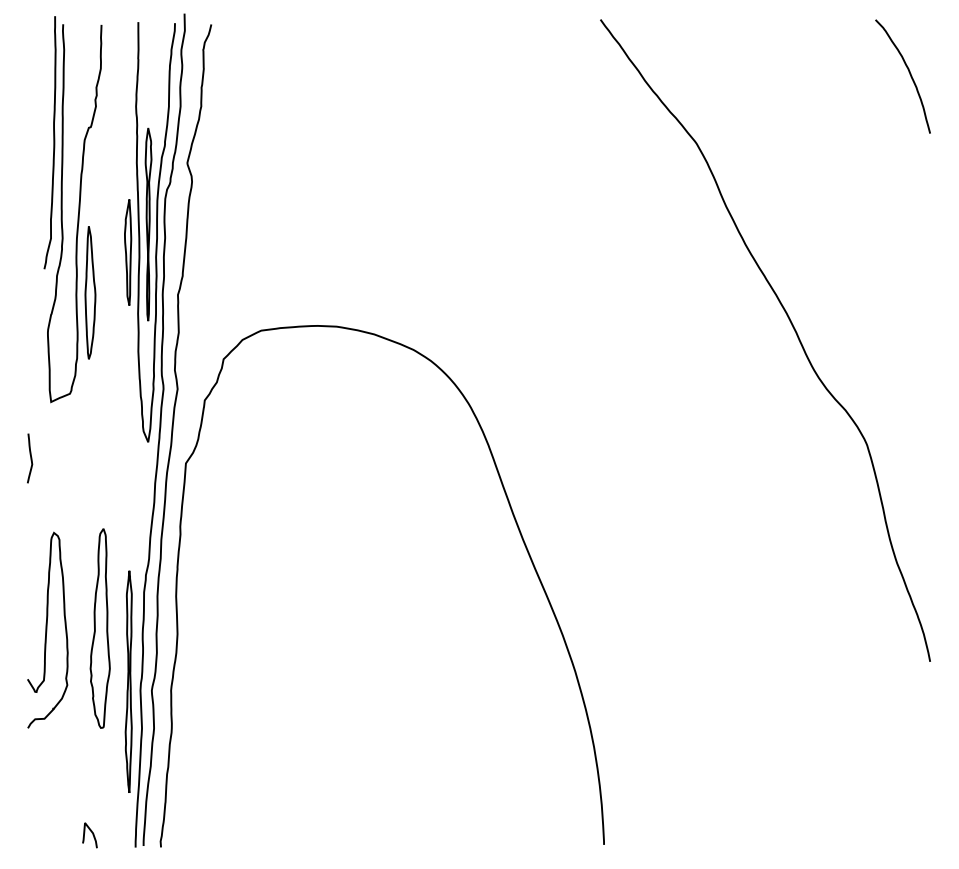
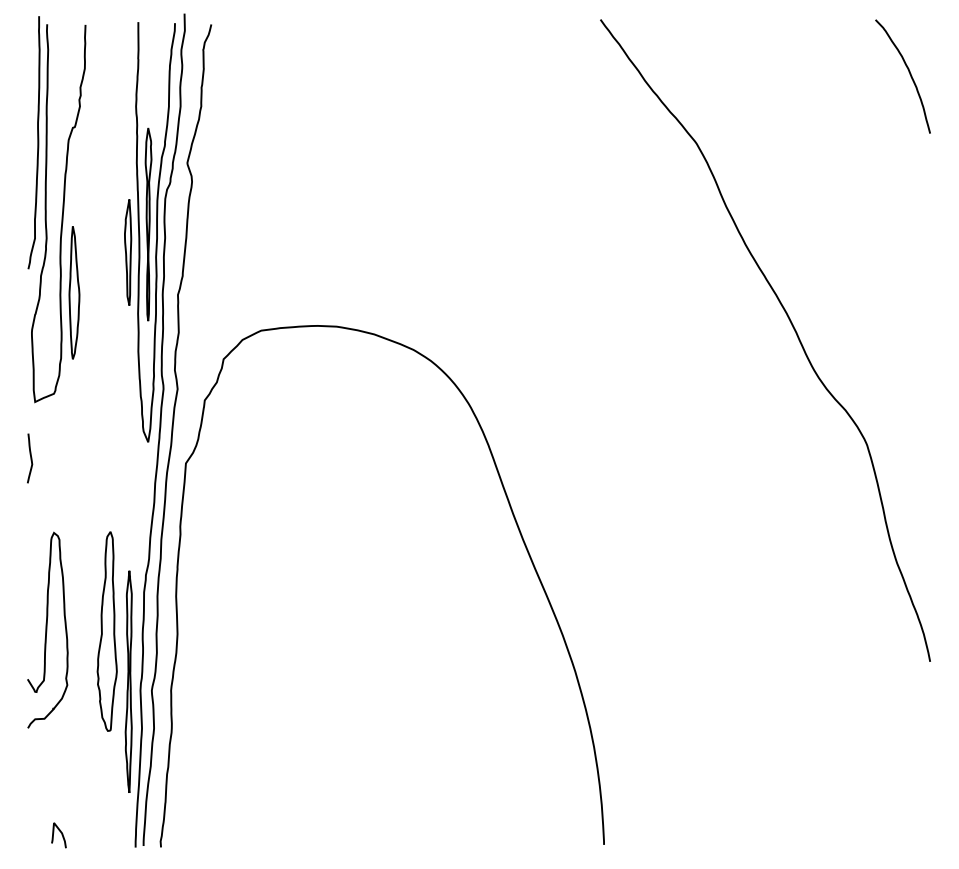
part at (72, 209) position: (72, 209) -> (56, 209)
part at (99, 628) position: (99, 628) -> (106, 631)
curve at (92, 835) position: (92, 835) -> (61, 835)
